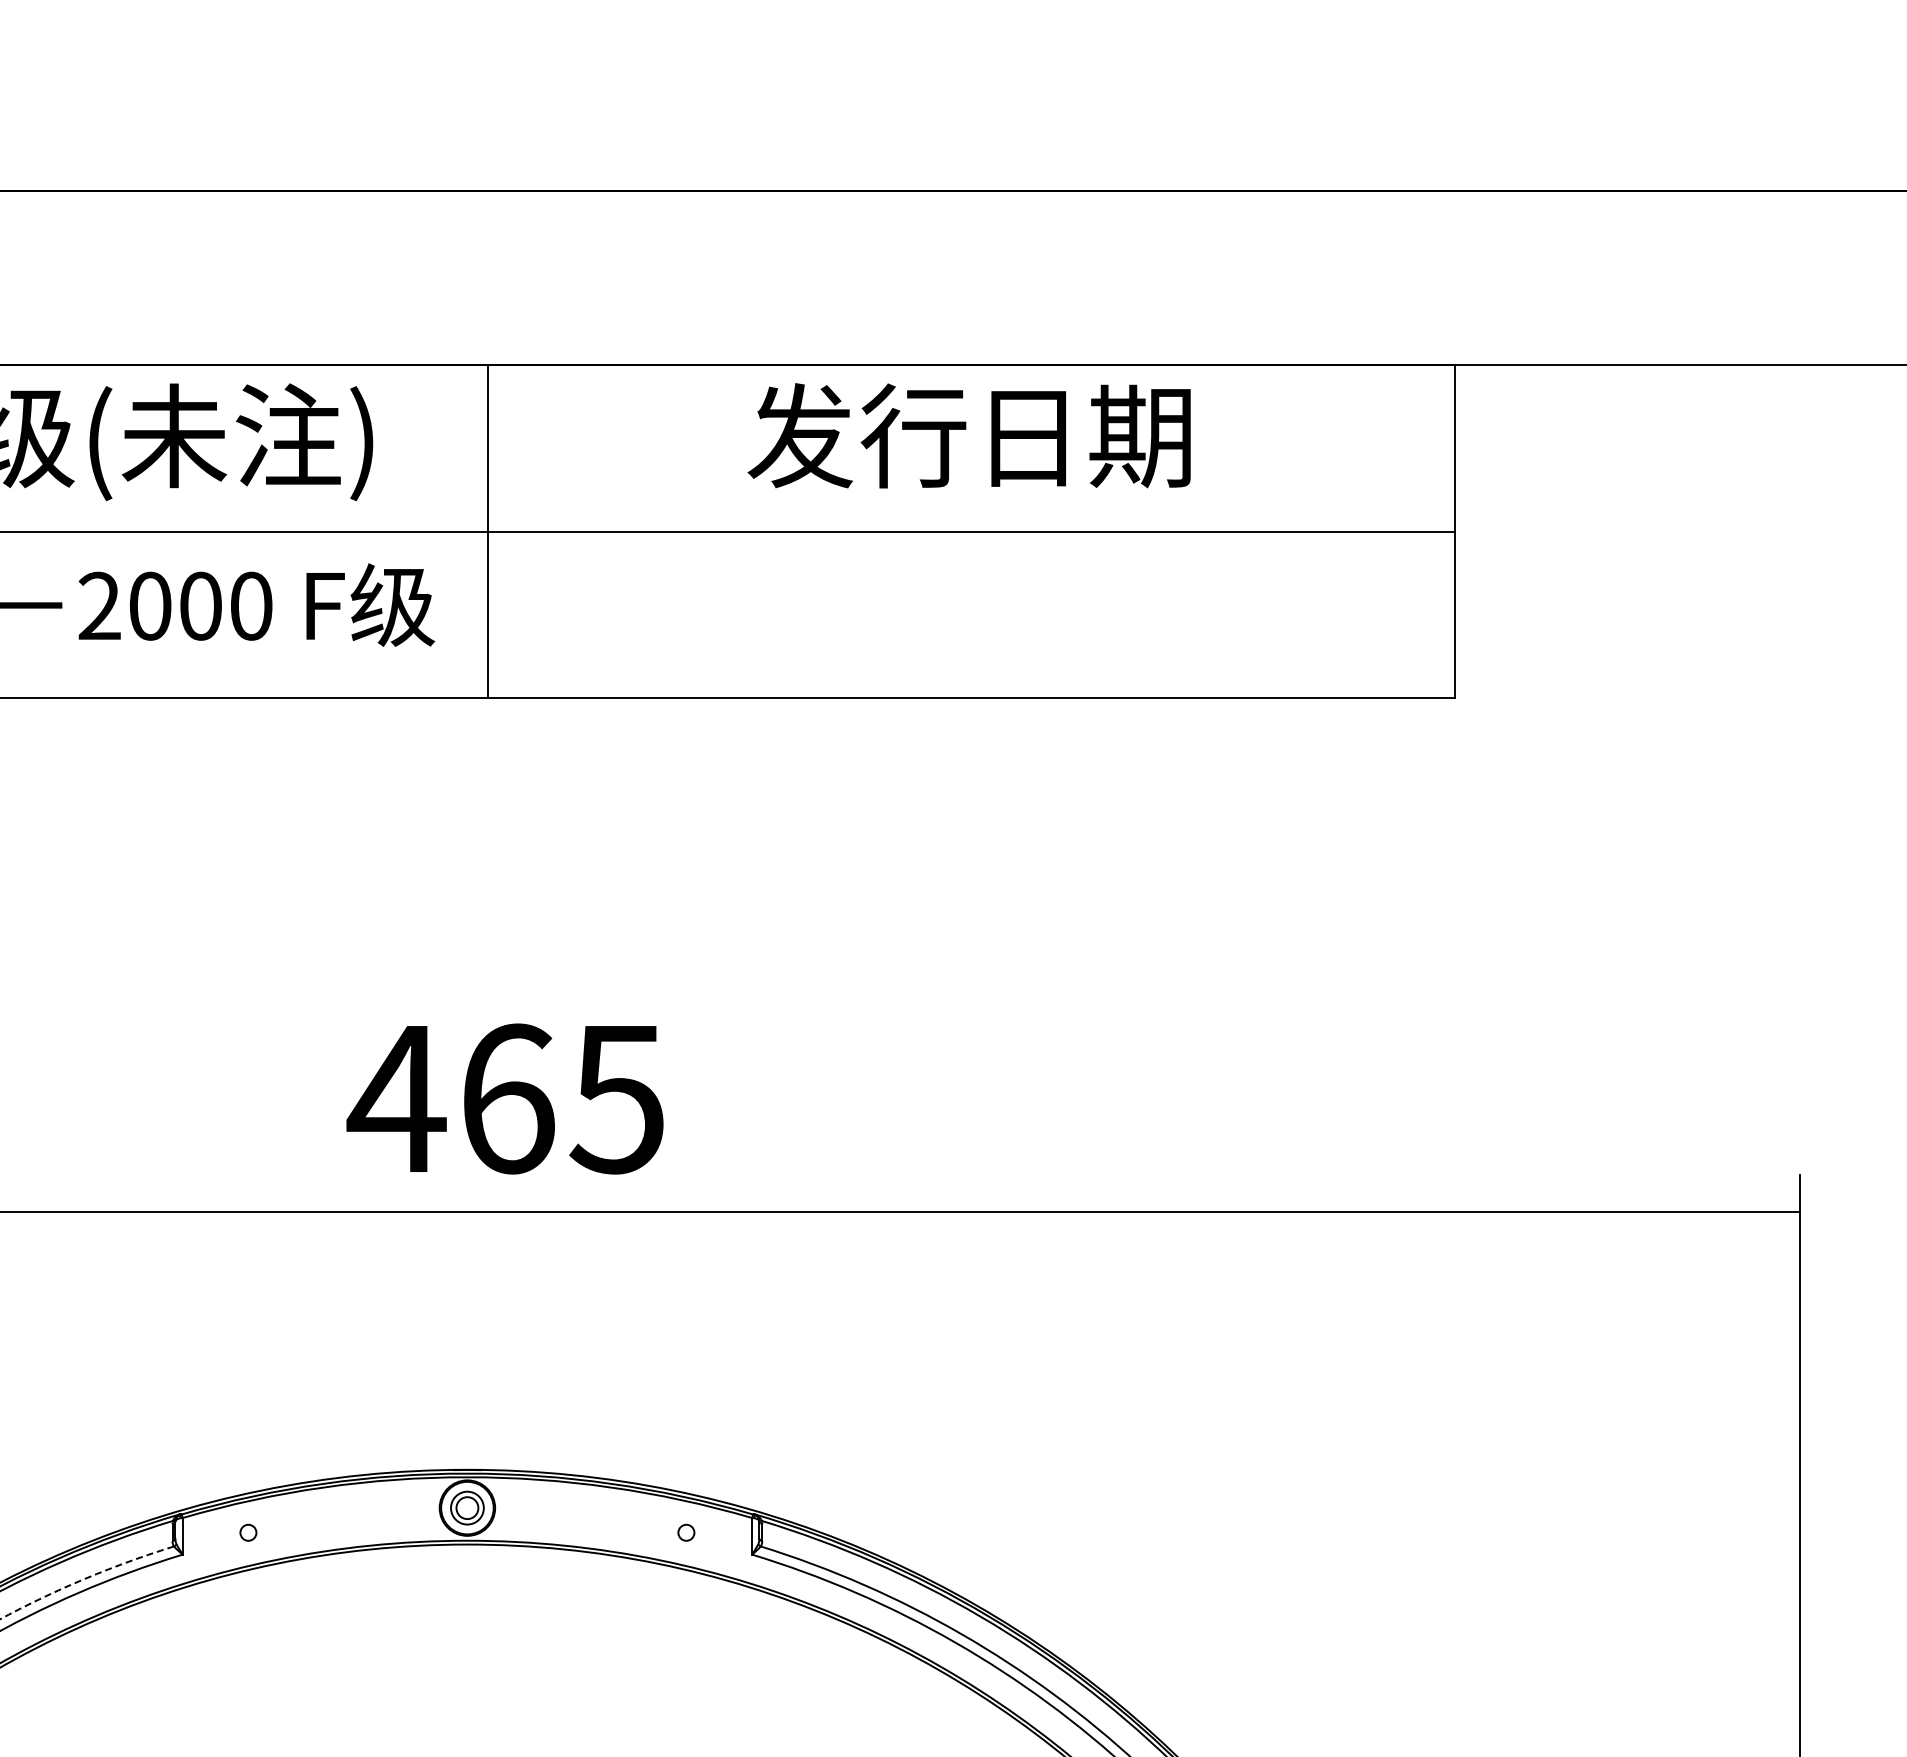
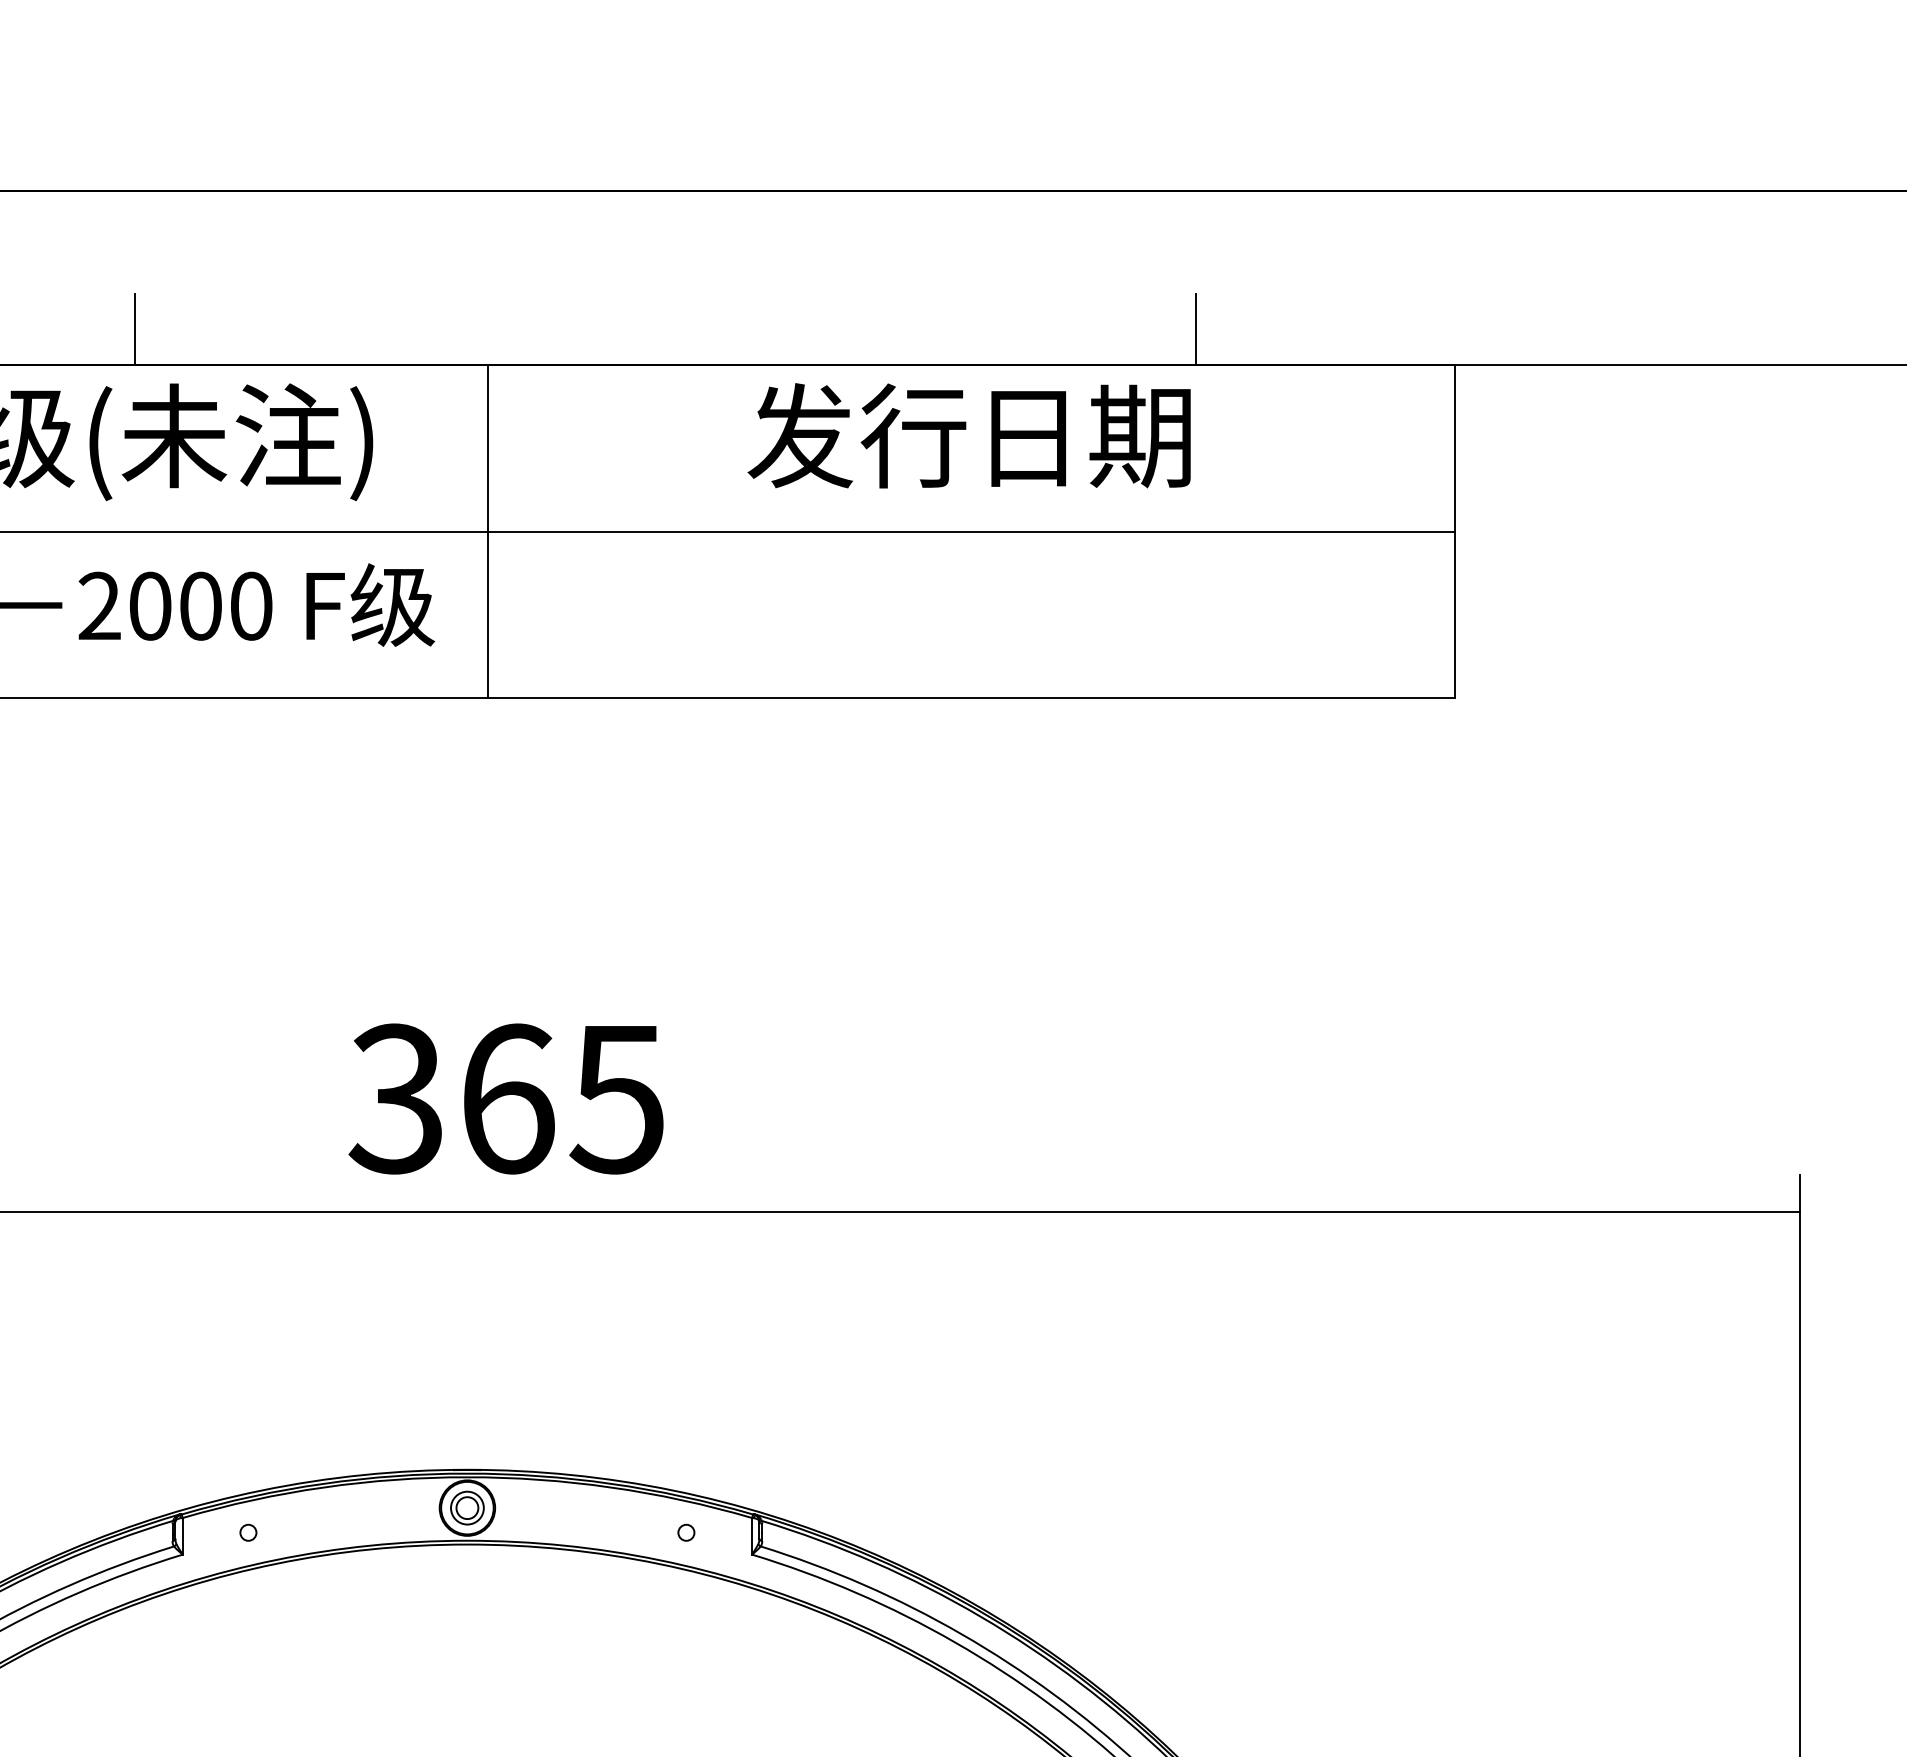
line at (134, 328): none -> present
line at (1195, 329): none -> present
text at (396, 1098): 465 -> 365
arc at (85, 1578): dashed -> solid
